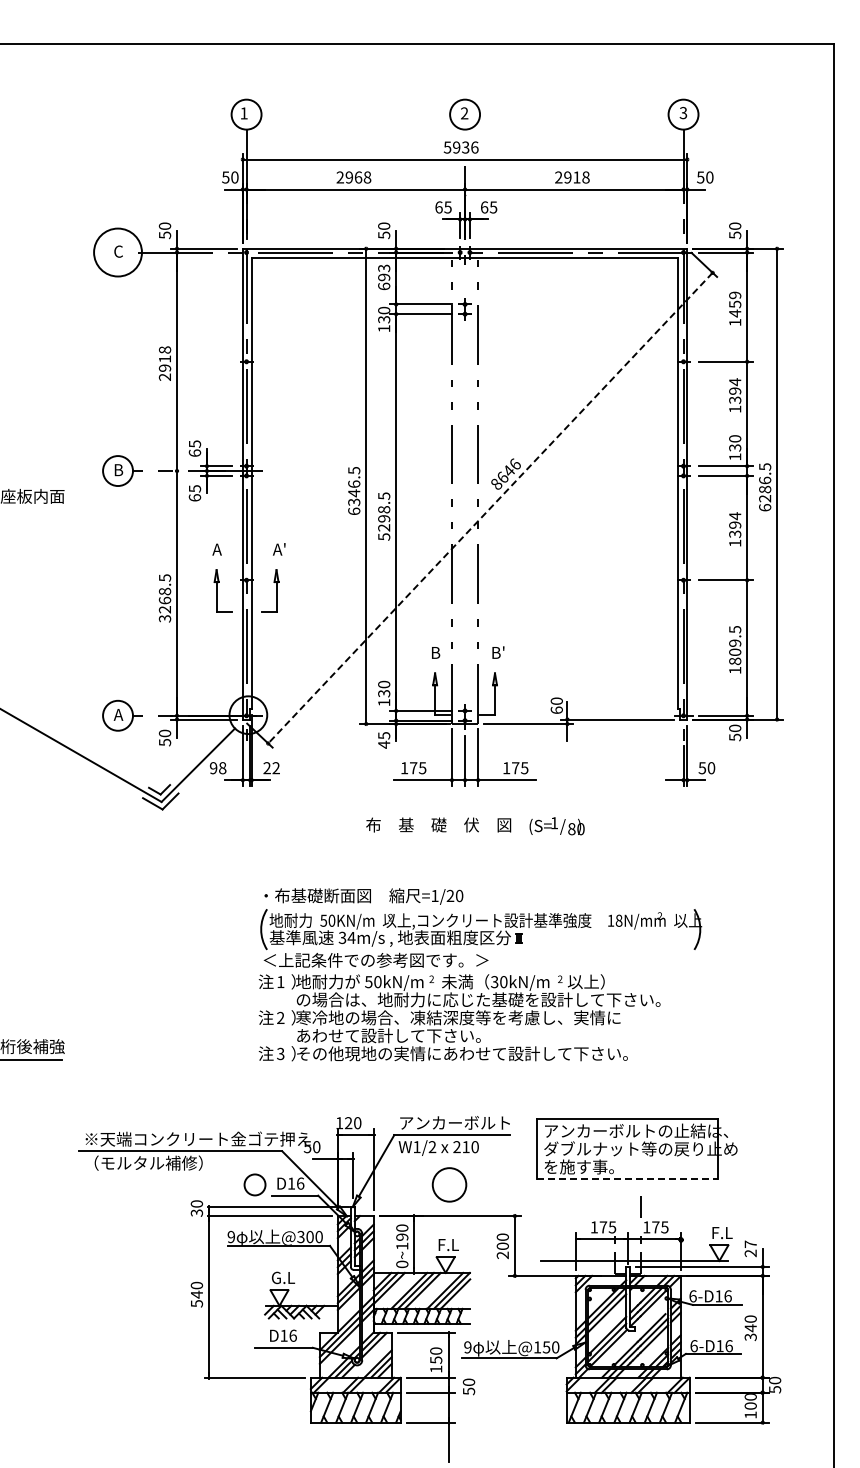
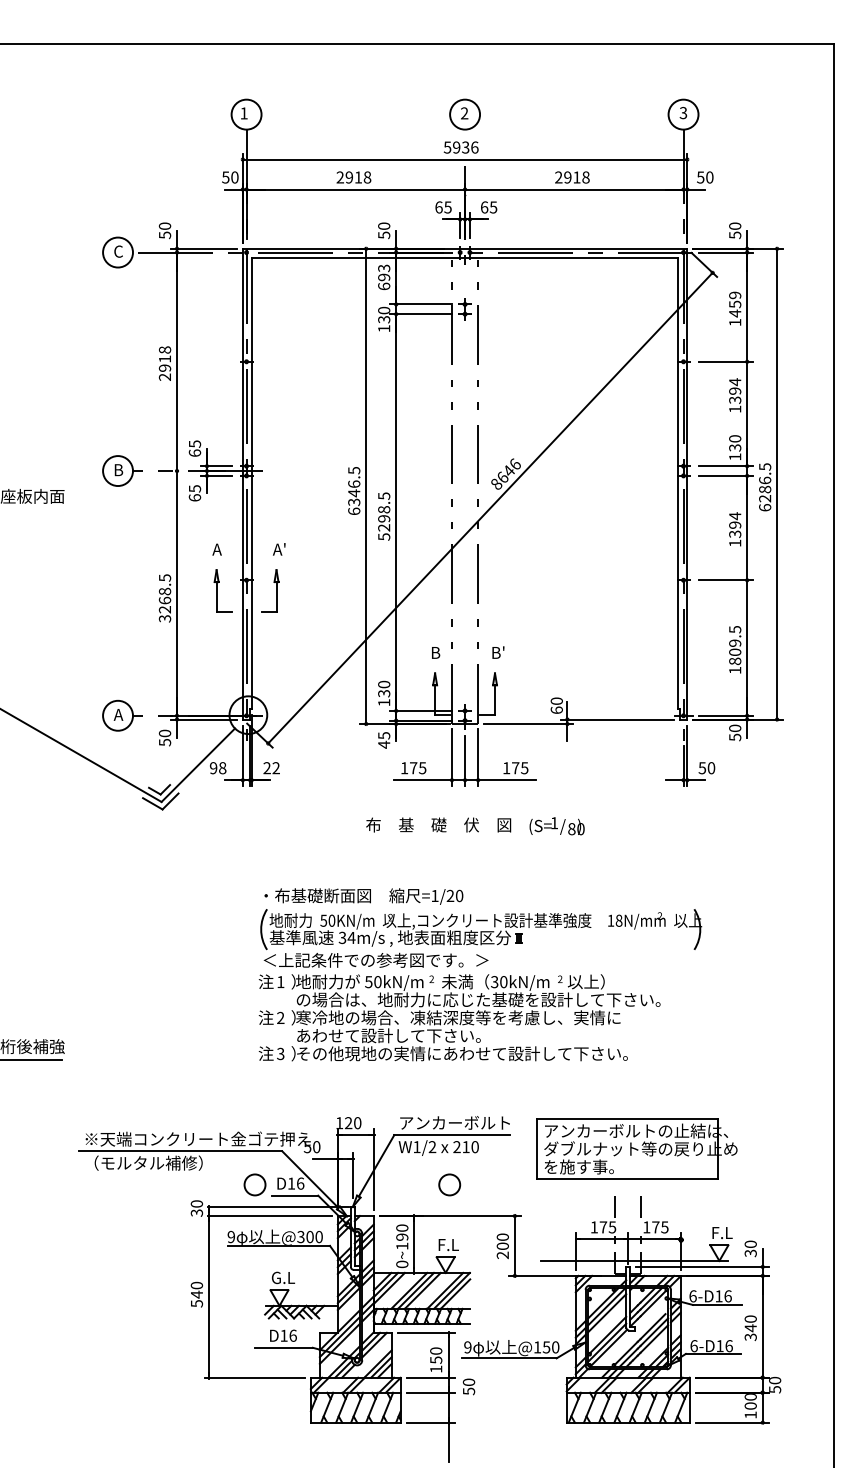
text at (358, 177): 2968 -> 2918
circle at (117, 252) diameter: 48 px -> 30 px
line at (490, 508): dashed -> solid
line at (627, 1179): dashed -> solid
circle at (449, 1184) size: 37x36 px -> 24x24 px
line at (615, 1205): none -> present
text at (750, 1248): 27 -> 30
